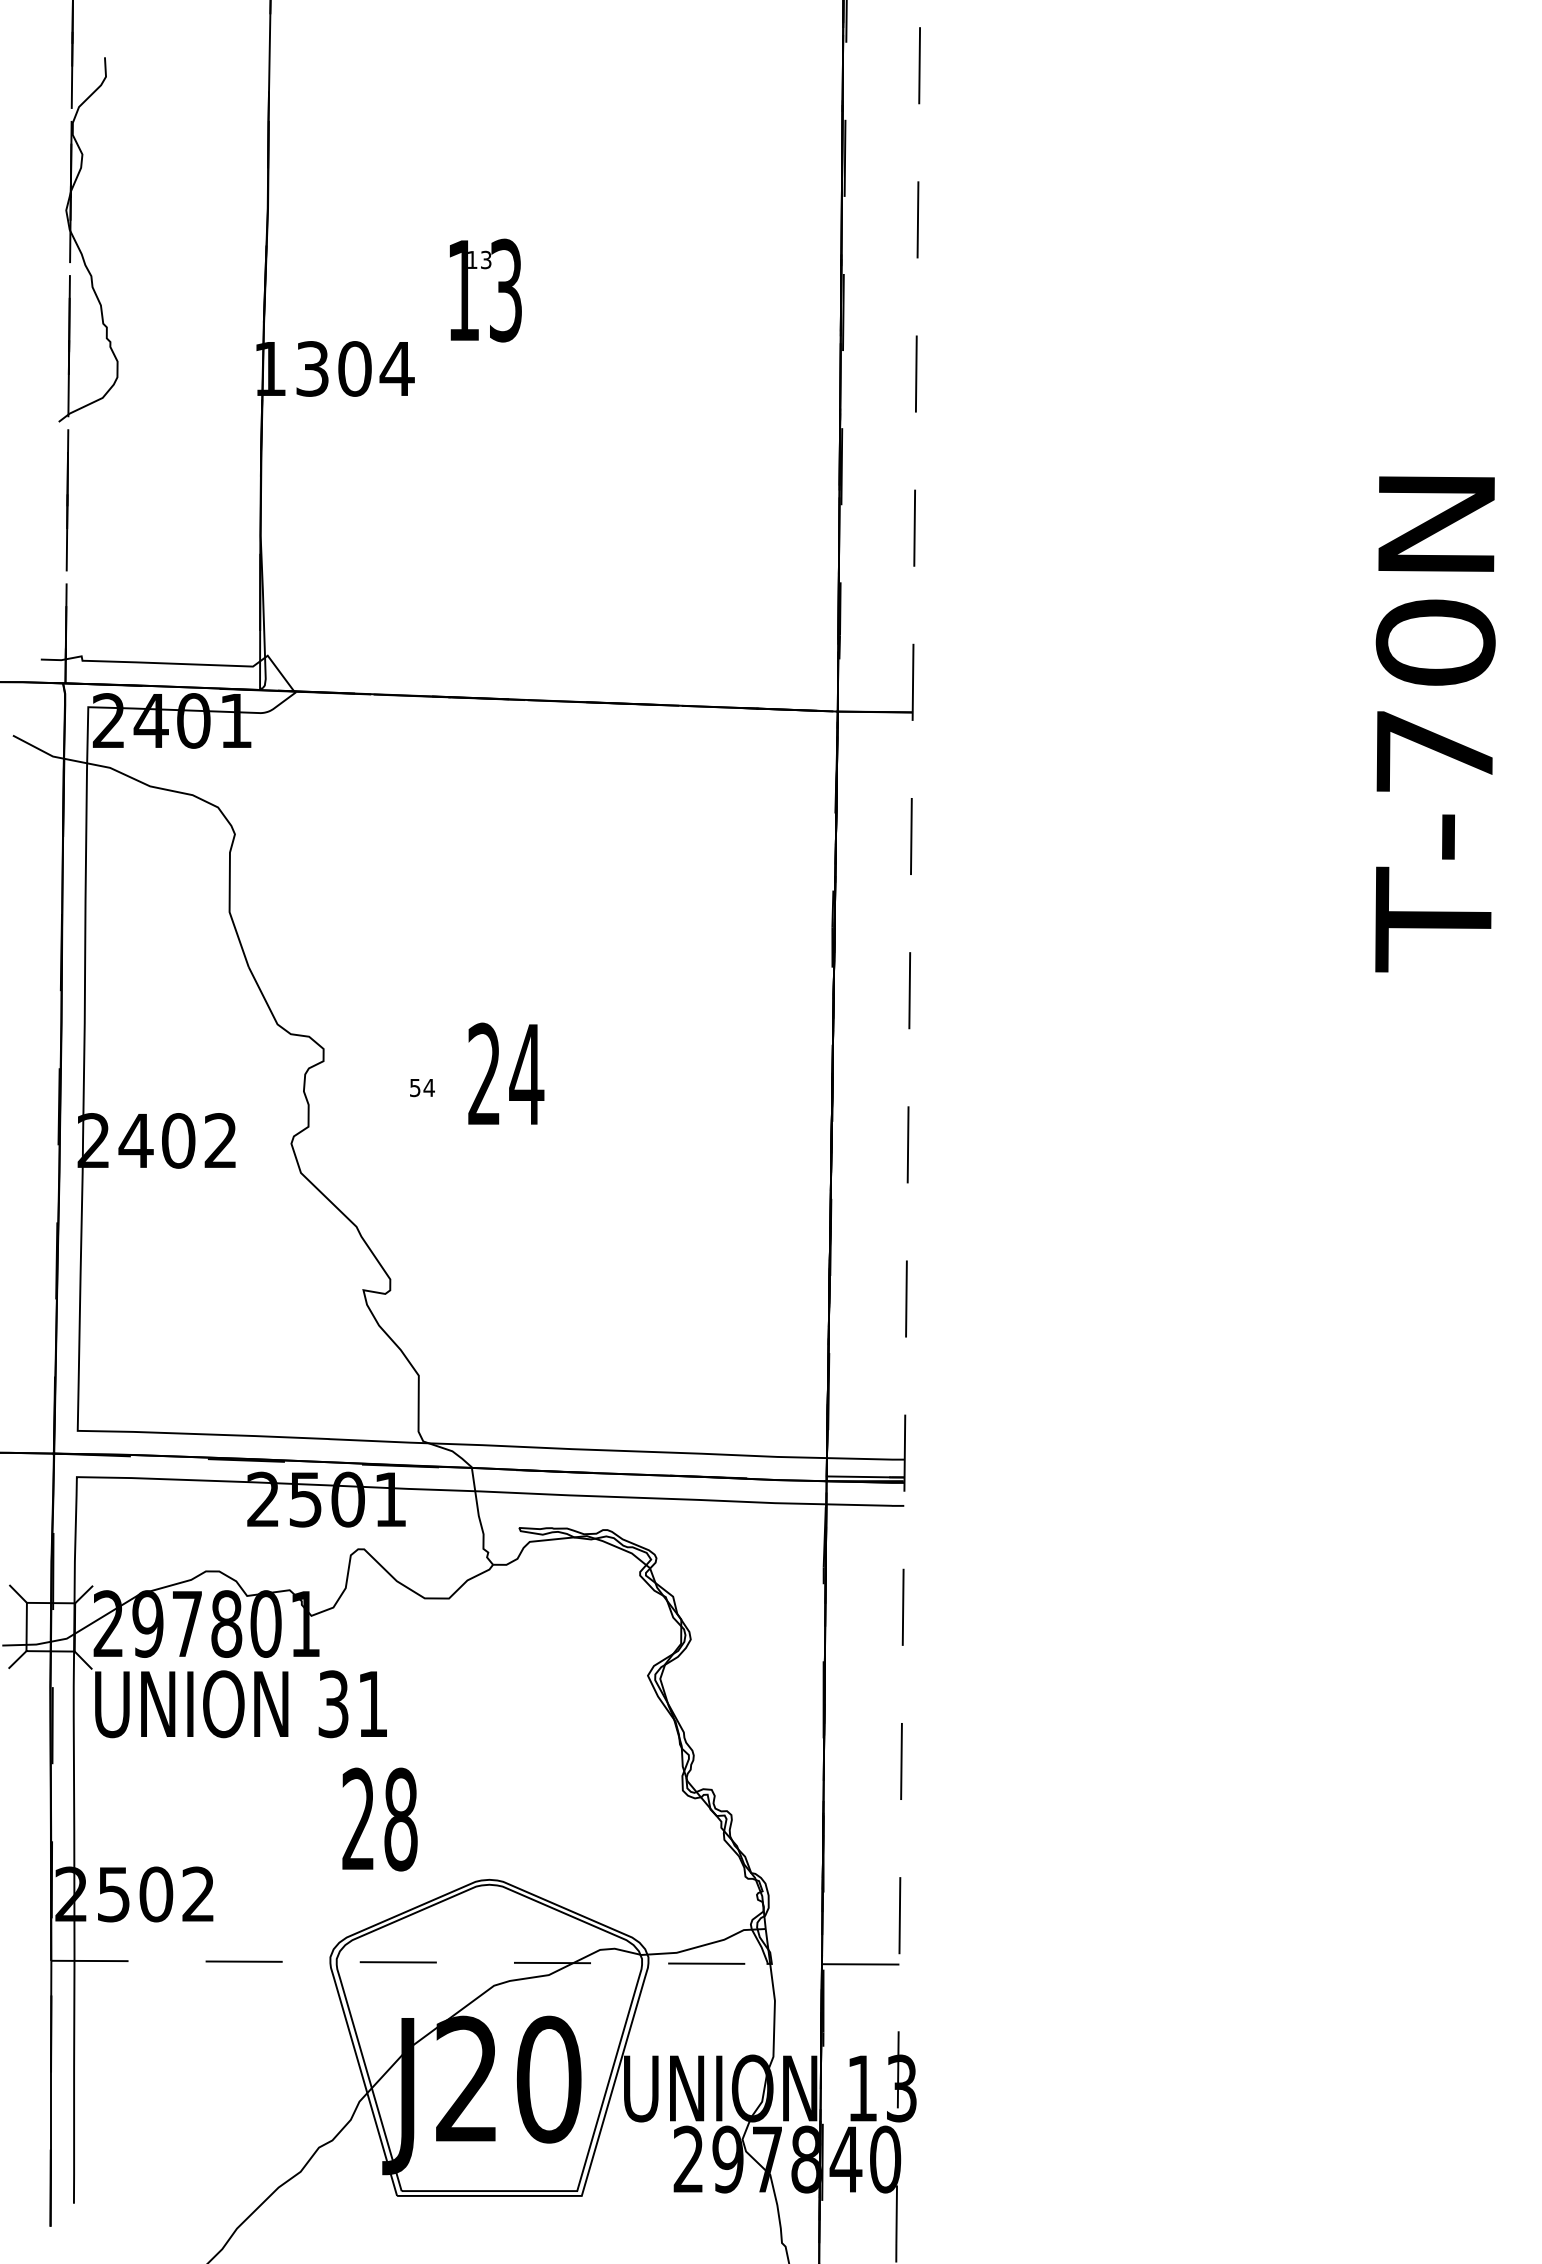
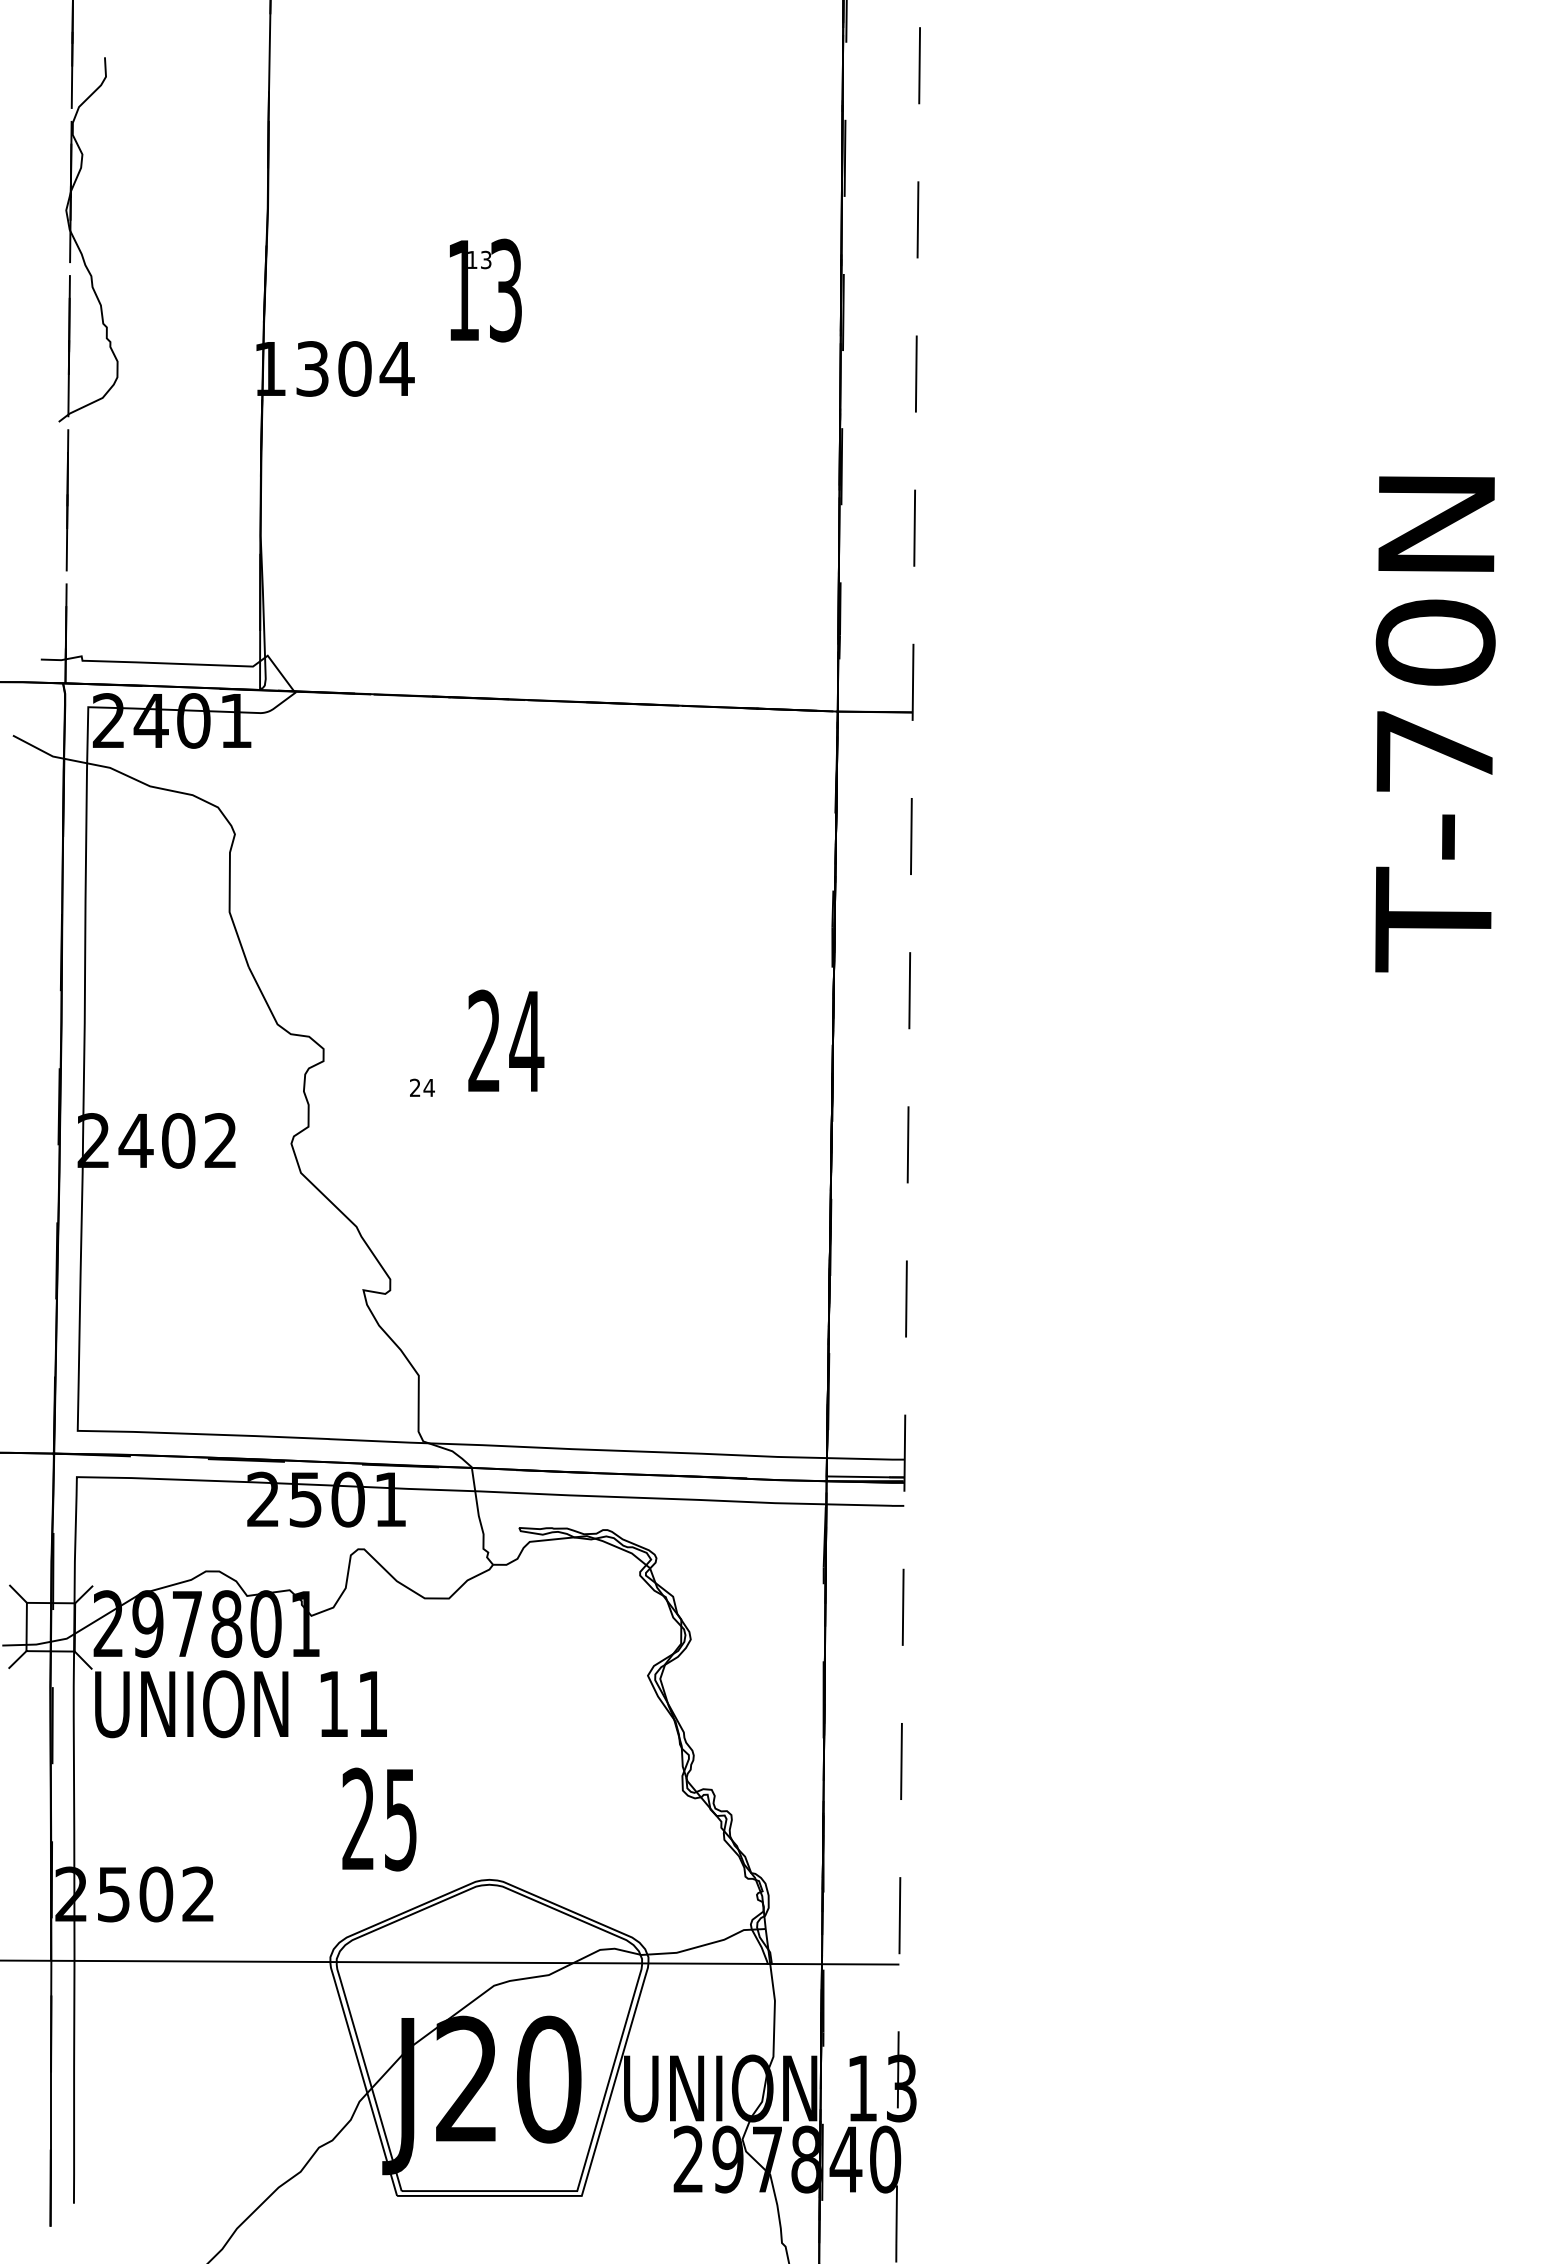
text at (506, 1073) position: (506, 1073) -> (506, 1040)
text at (415, 1087): 54 -> 24
text at (333, 1704): 31 -> 11
text at (400, 1819): 28 -> 25
line at (449, 1962): dashed -> solid
